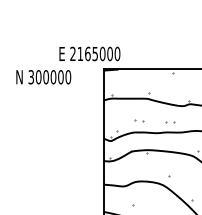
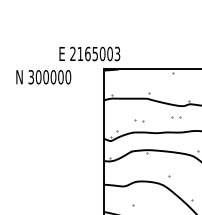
text at (117, 53): 2165000 -> 2165003
part at (170, 122) position: (170, 122) -> (176, 117)
